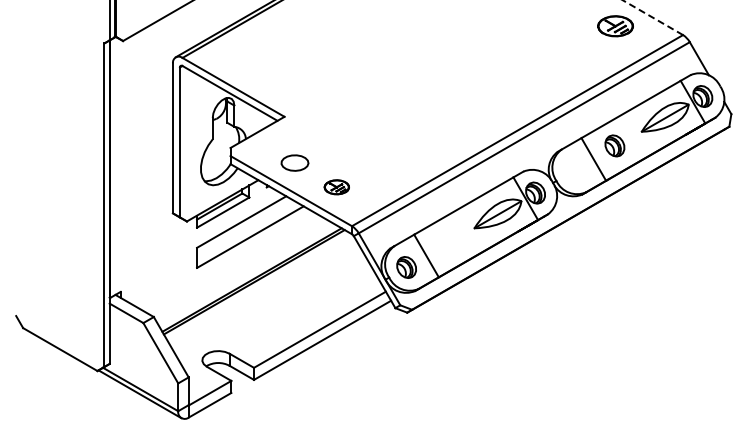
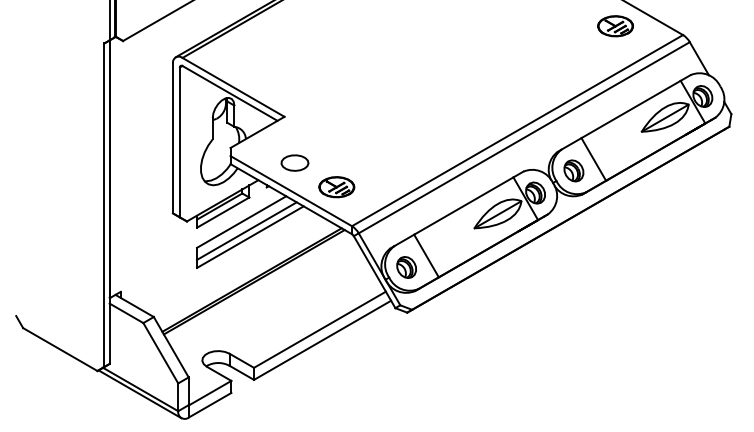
line at (652, 17): dashed -> solid
part at (614, 145) position: (614, 145) -> (573, 170)
part at (336, 187) size: 27x17 px -> 38x23 px
line at (246, 230): none -> present
